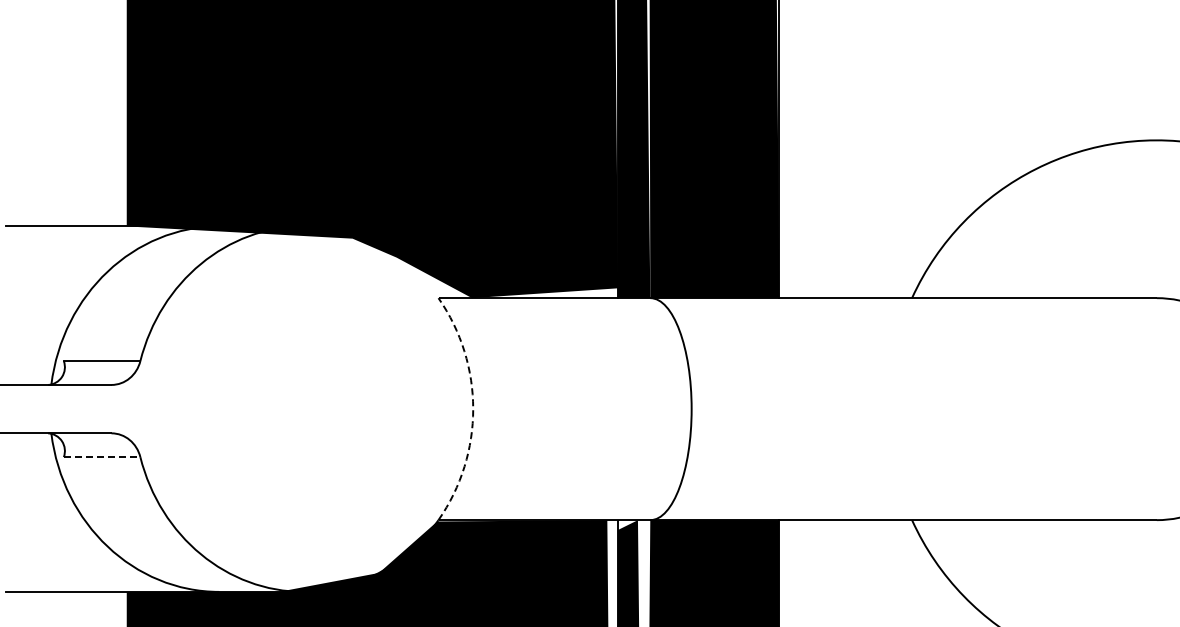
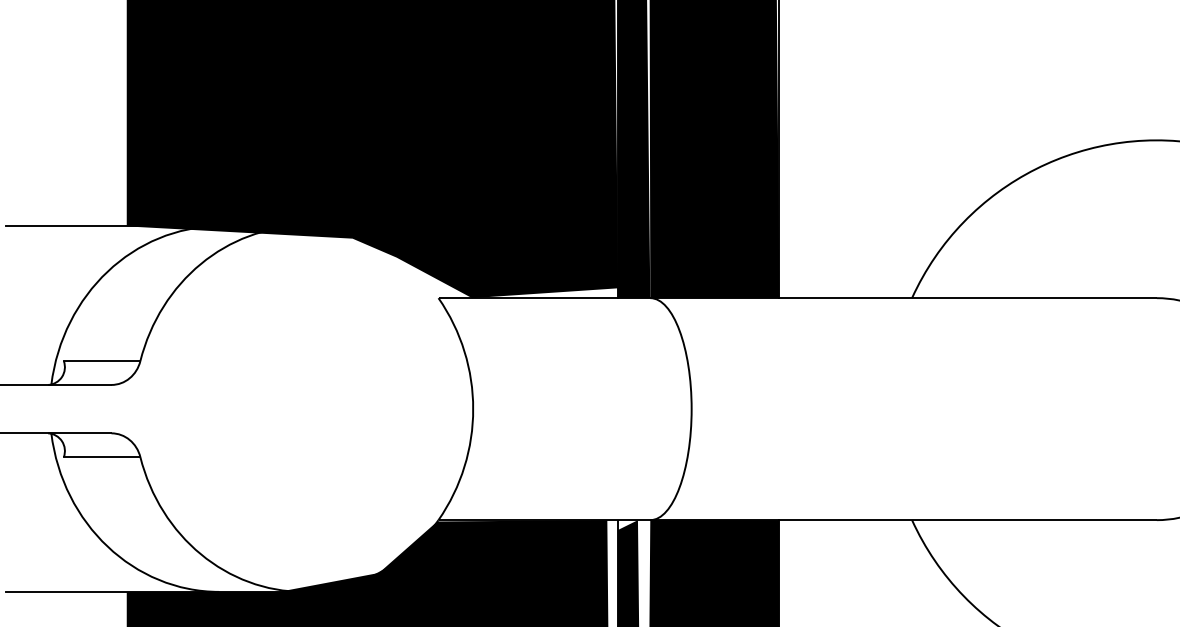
arc at (473, 409): dashed -> solid
line at (102, 457): dashed -> solid
